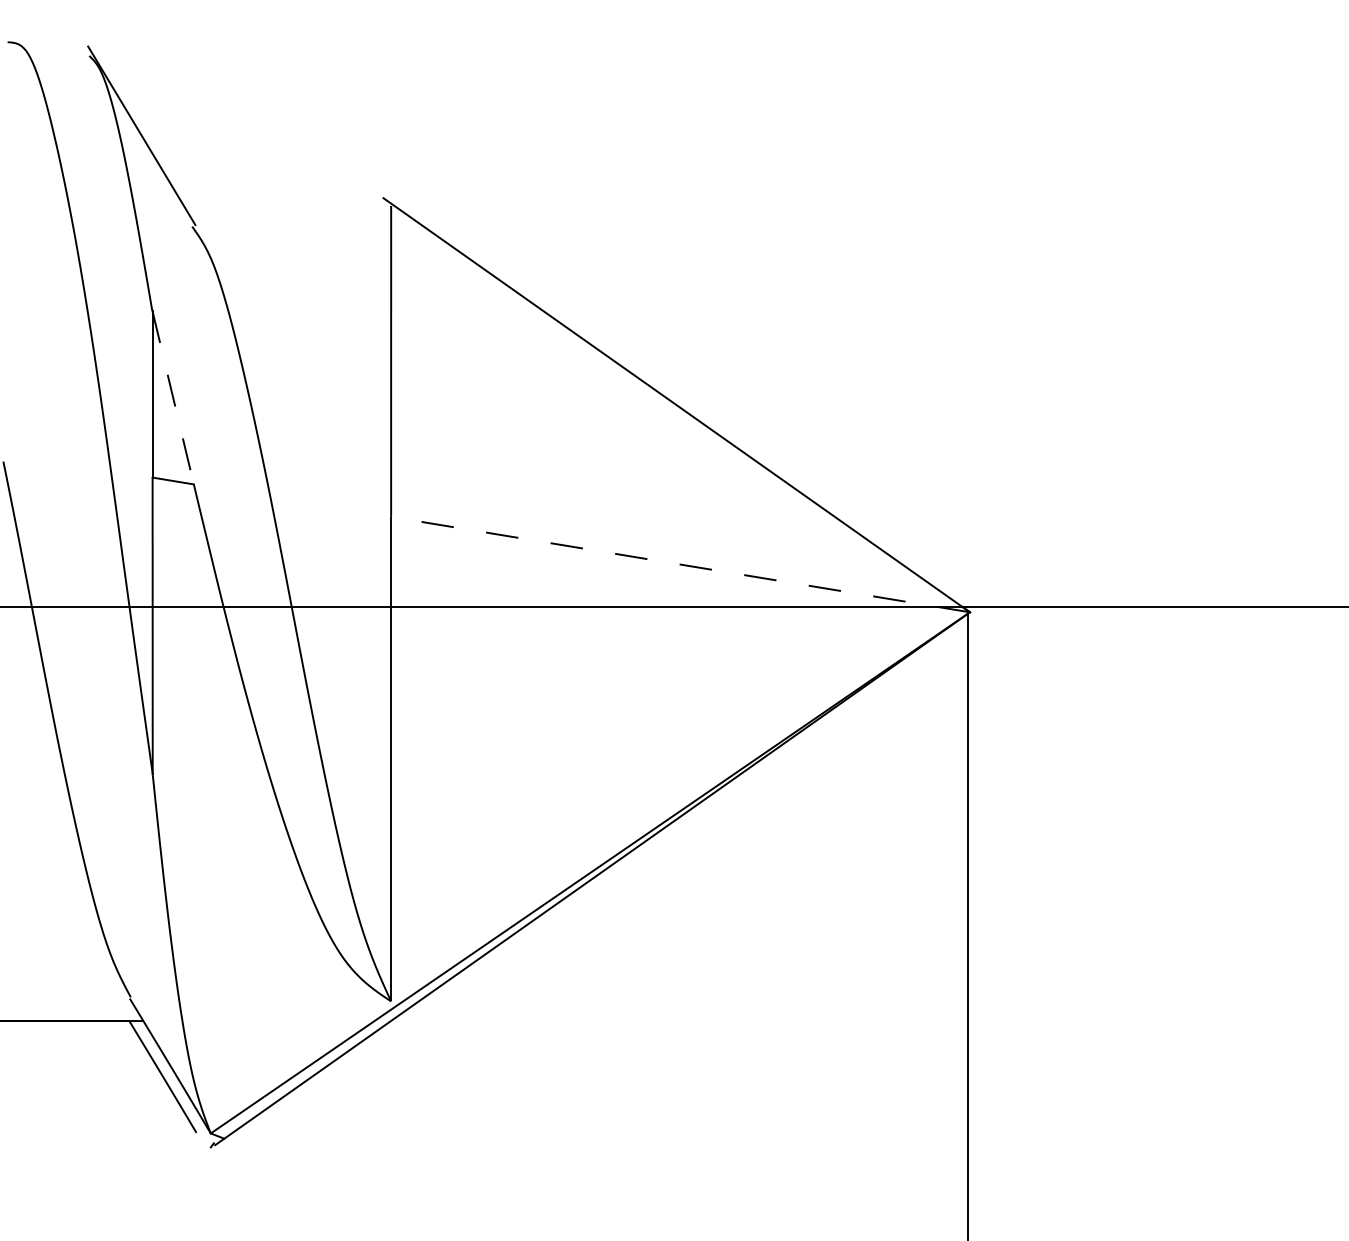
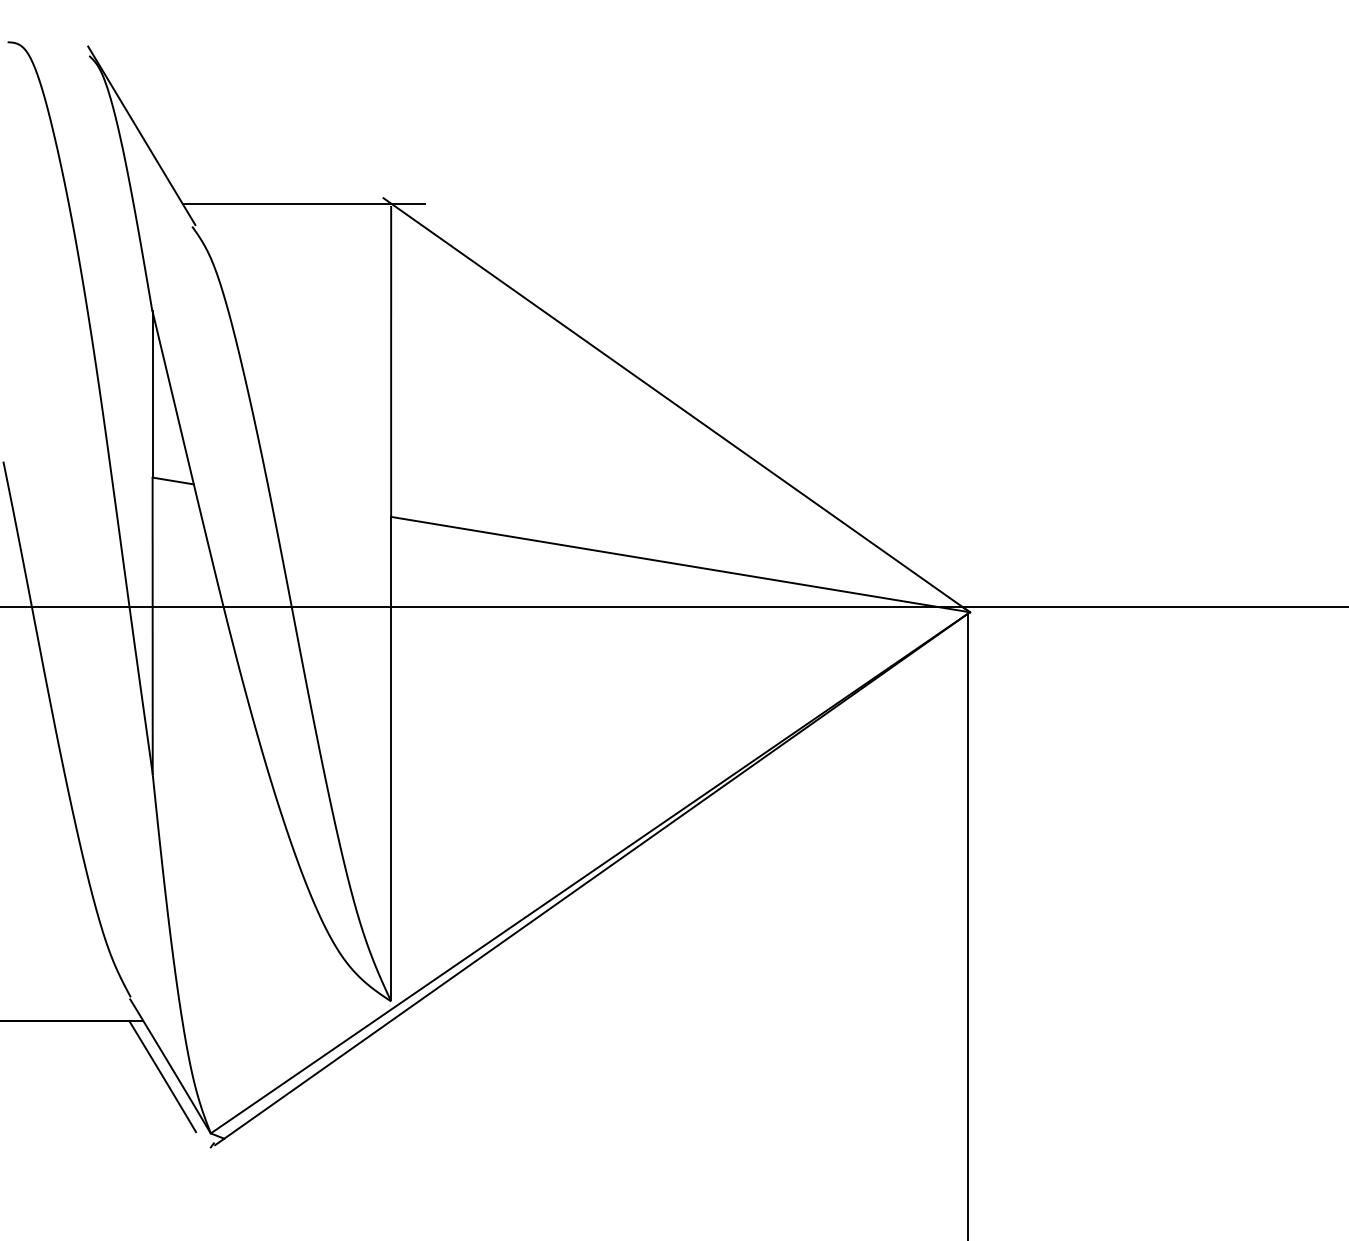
line at (303, 203): none -> present
line at (173, 398): dashed -> solid
line at (680, 564): dashed -> solid
